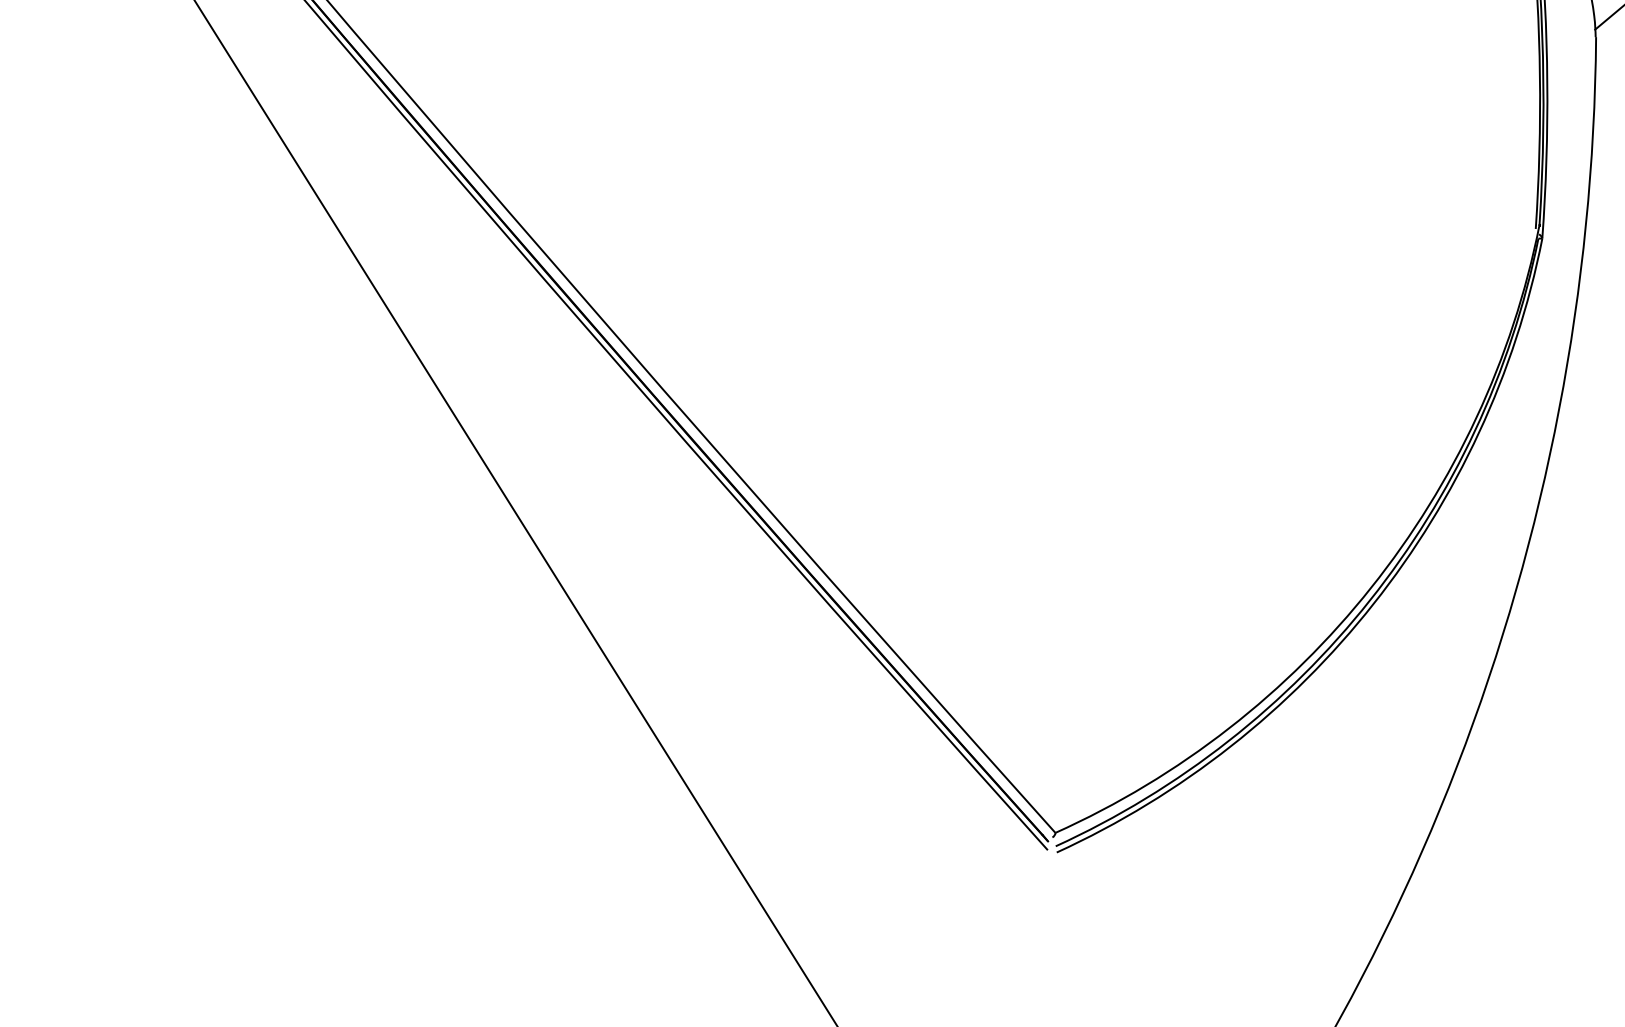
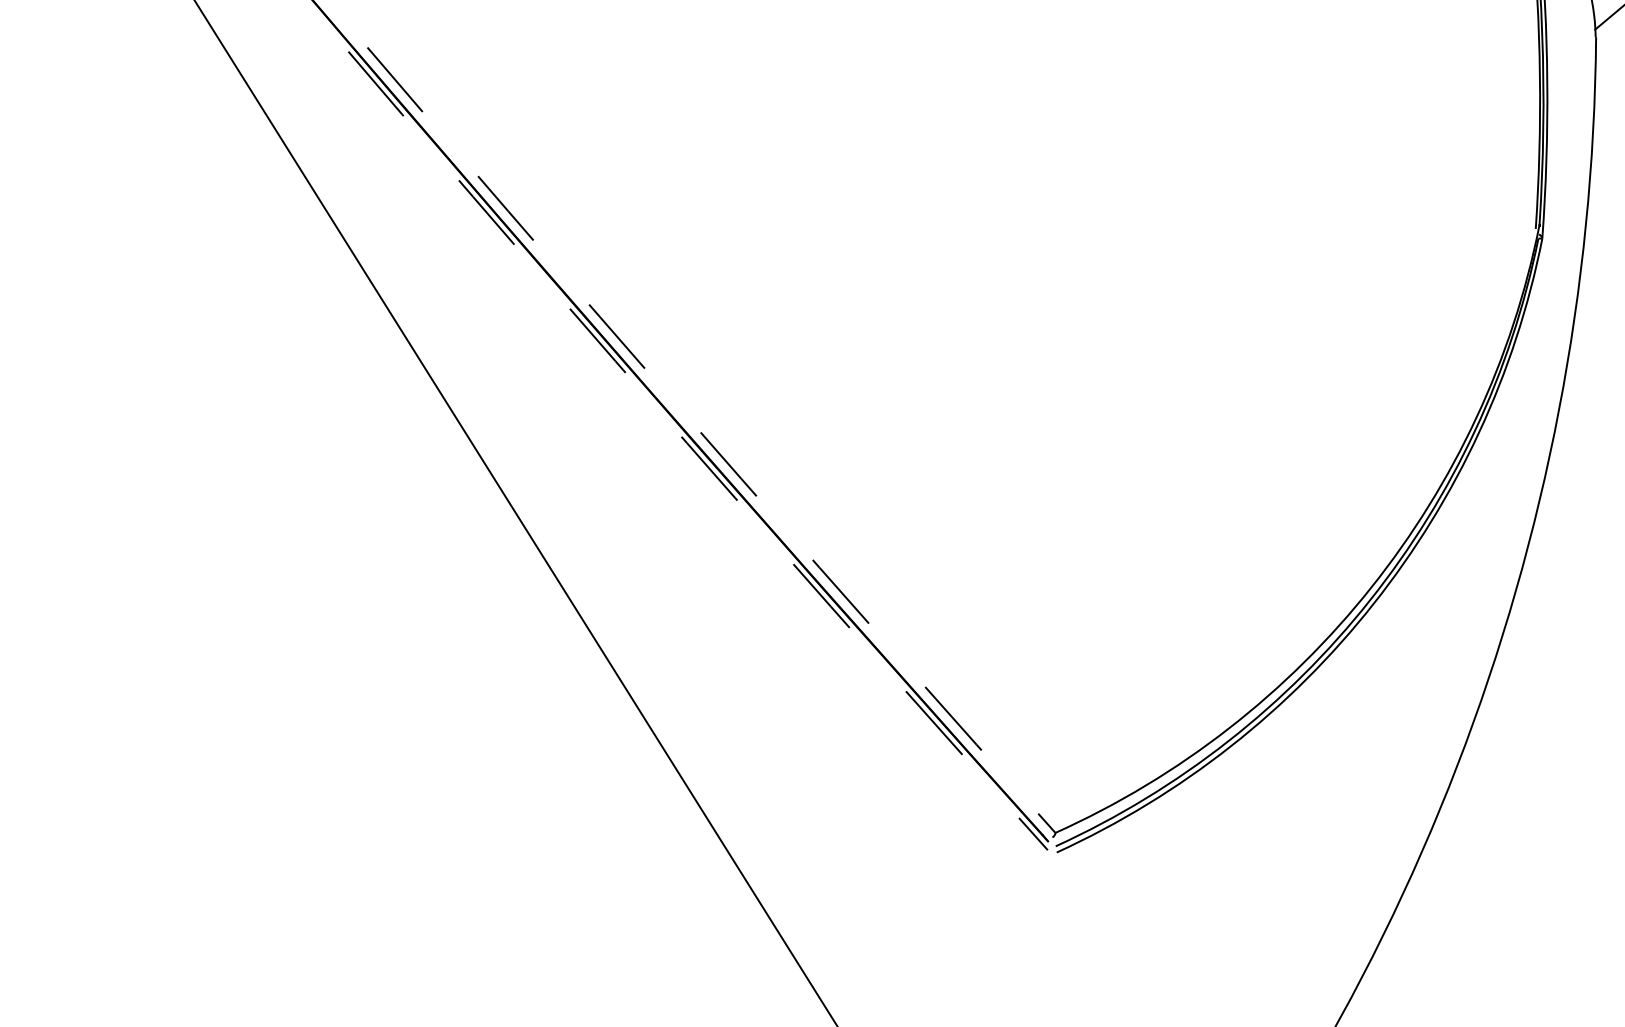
arc at (688, 418): solid -> dashed
arc at (673, 427): solid -> dashed
